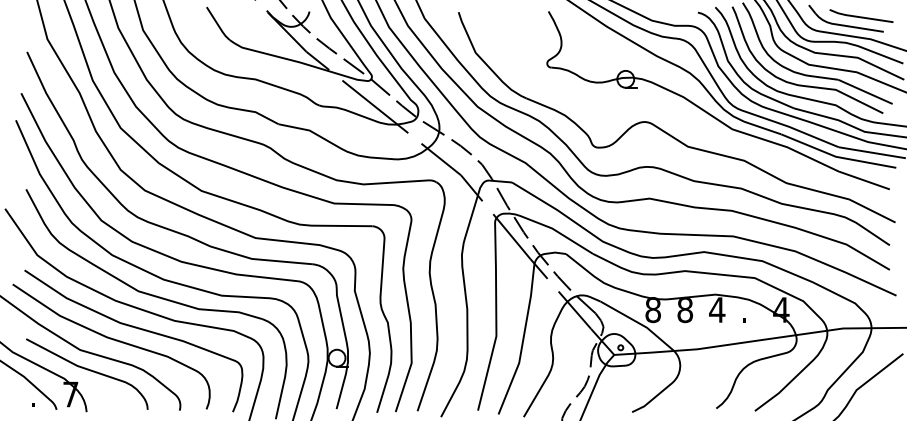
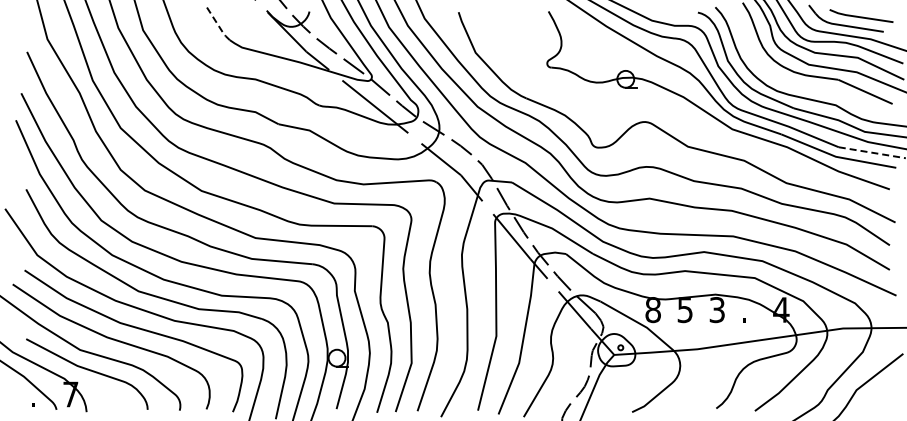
line at (217, 24): solid -> dashed
curve at (802, 84): present -> none
line at (872, 152): solid -> dashed
text at (685, 310): 8 -> 5
text at (717, 310): 4 -> 3
